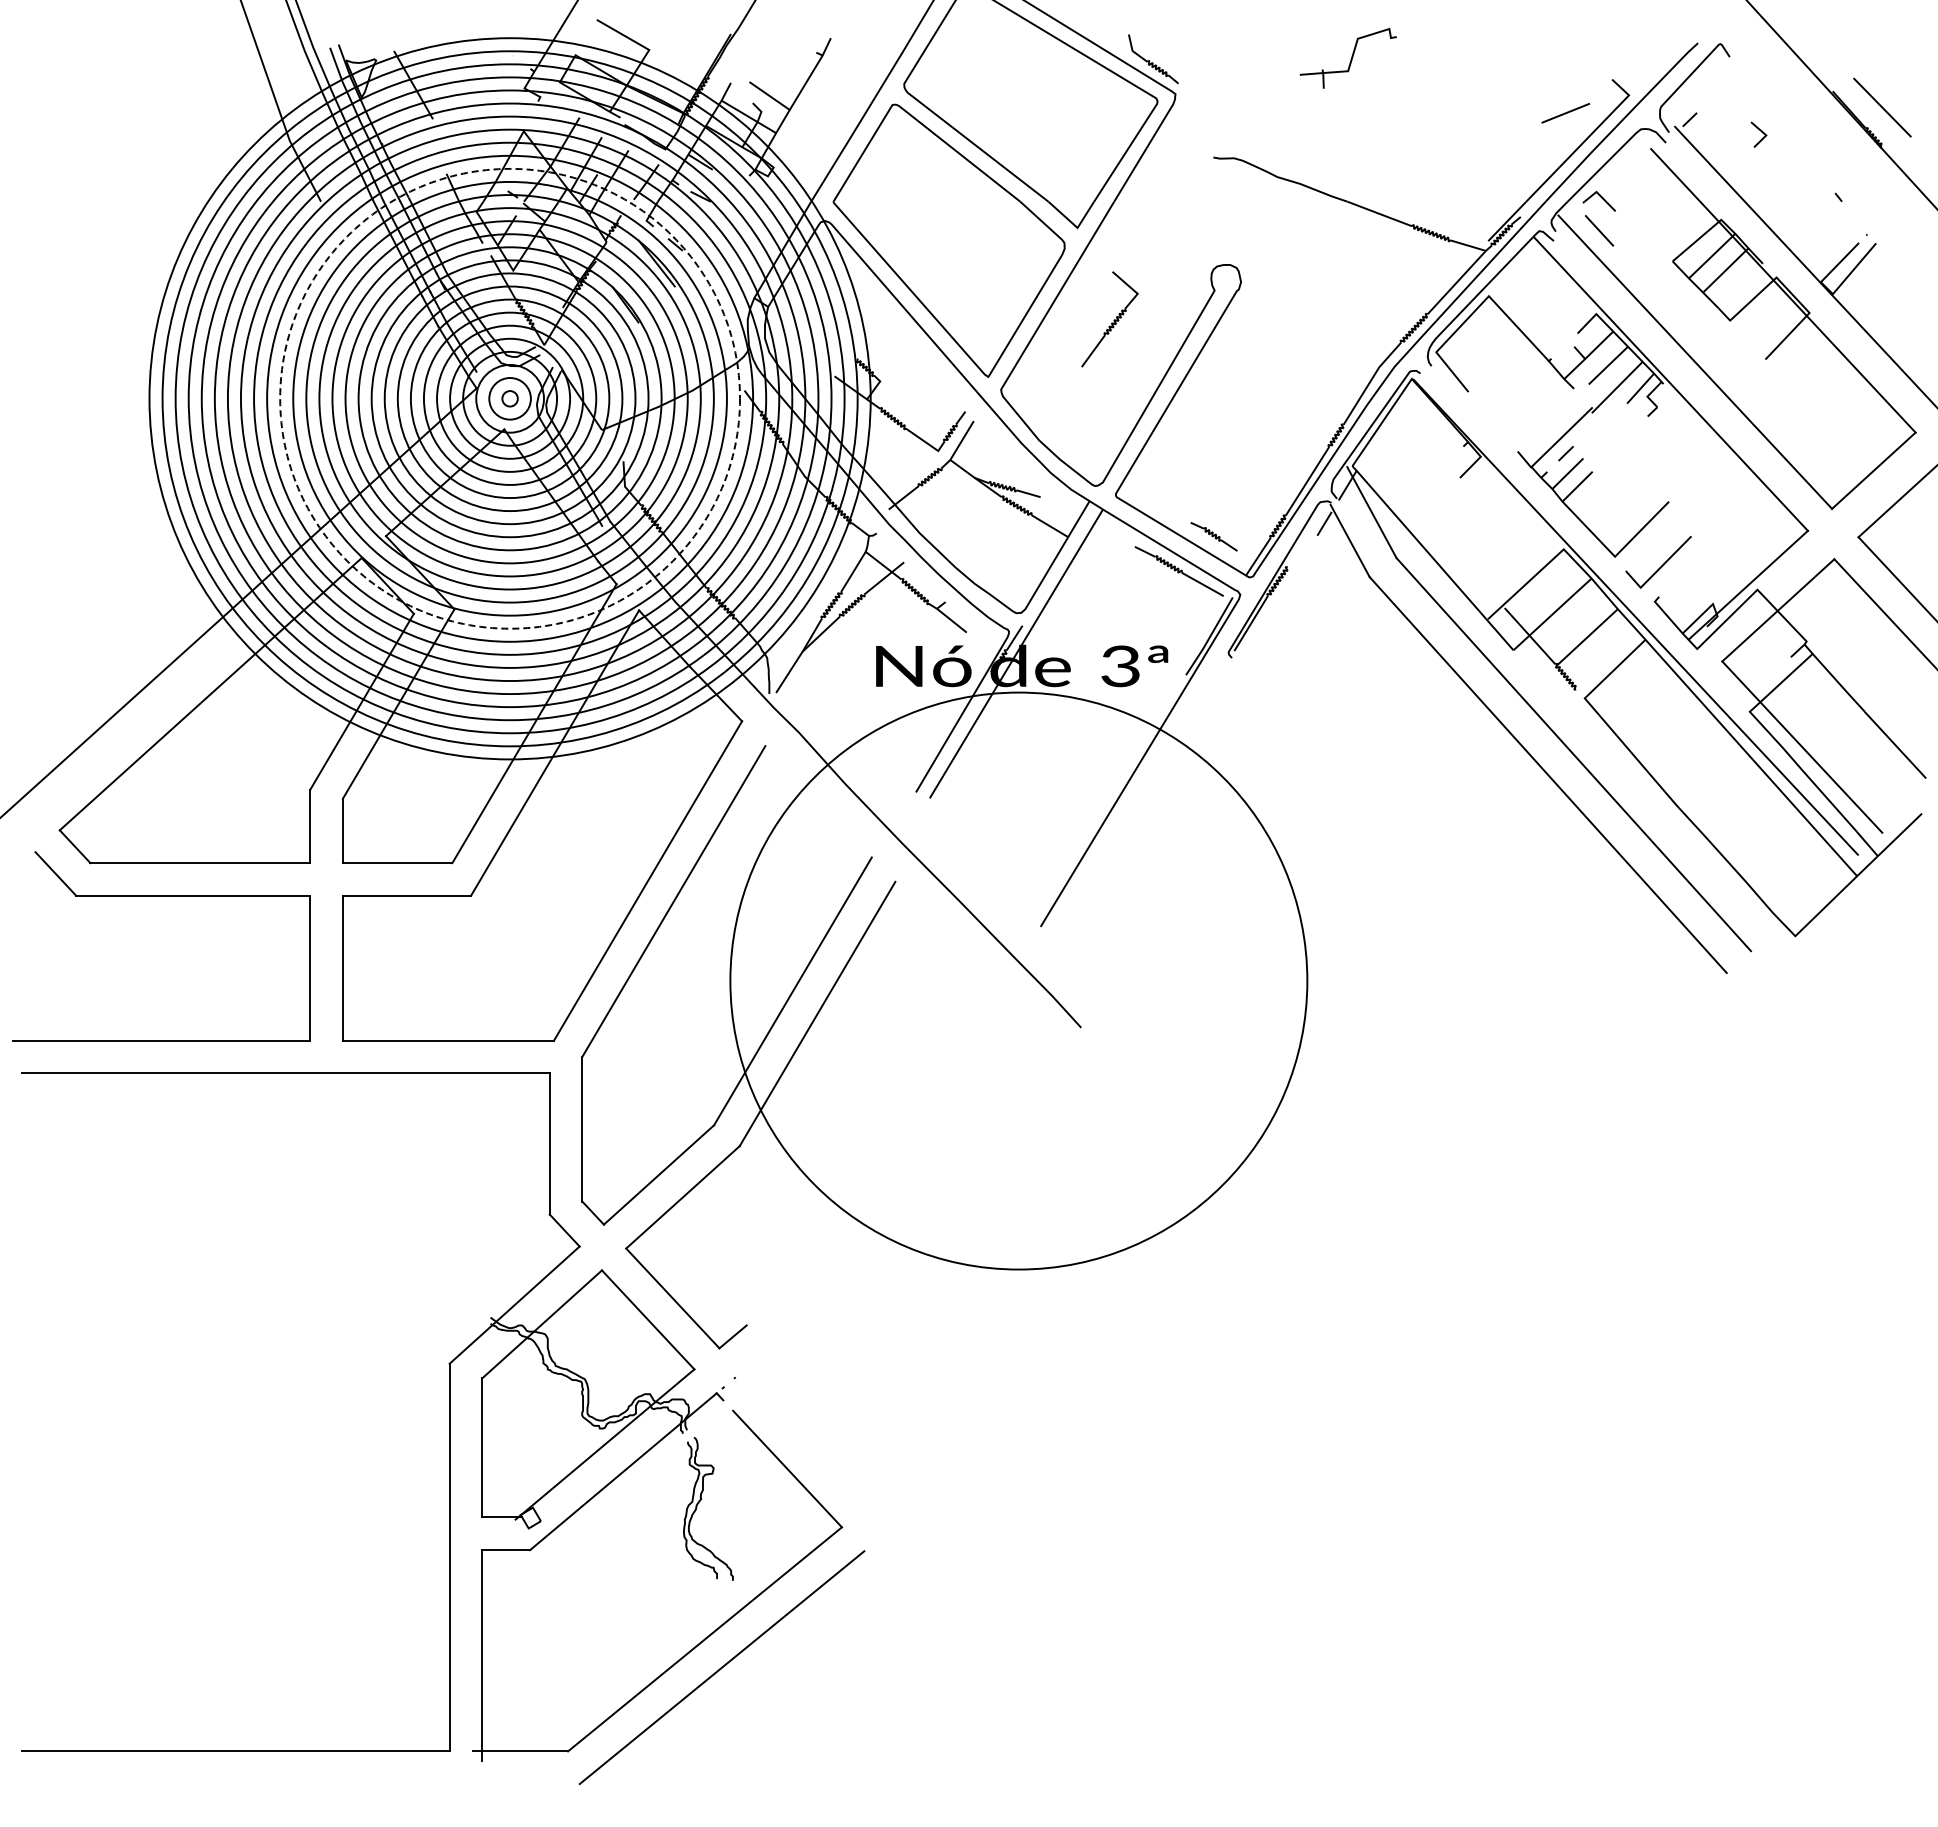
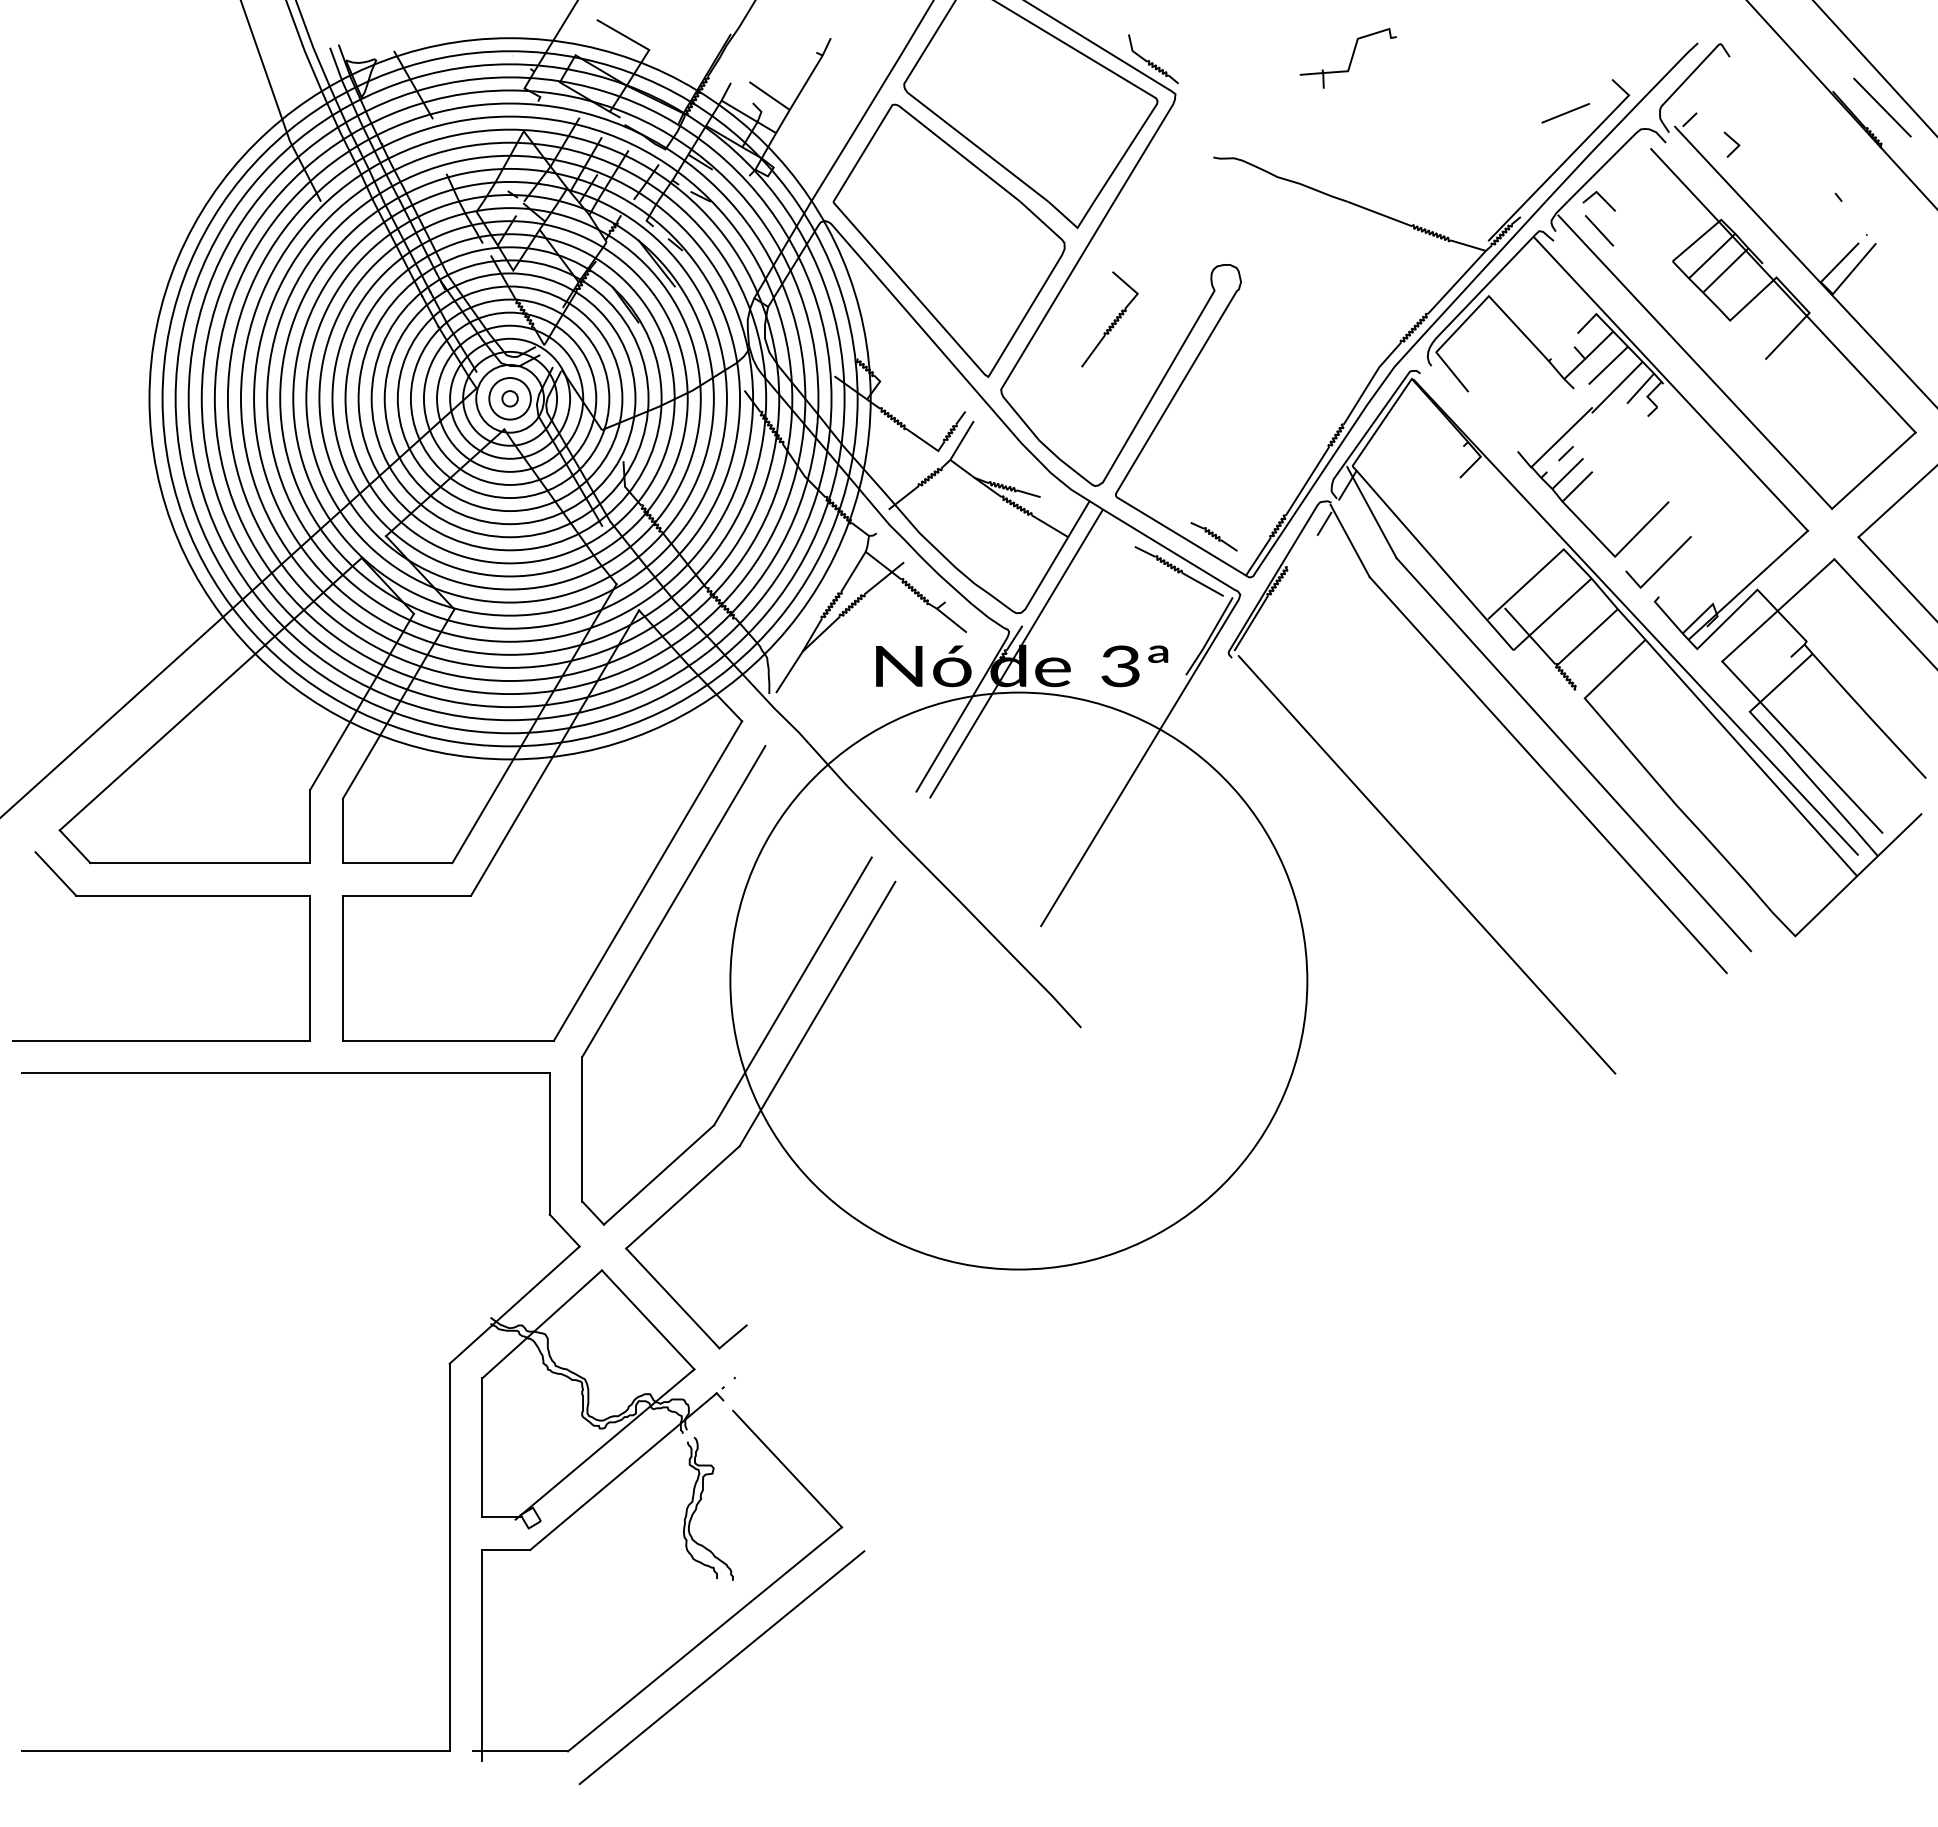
line at (1874, 67): none -> present
line at (1760, 131) position: (1760, 131) -> (1733, 141)
circle at (510, 398): dashed -> solid
line at (1426, 864): none -> present
